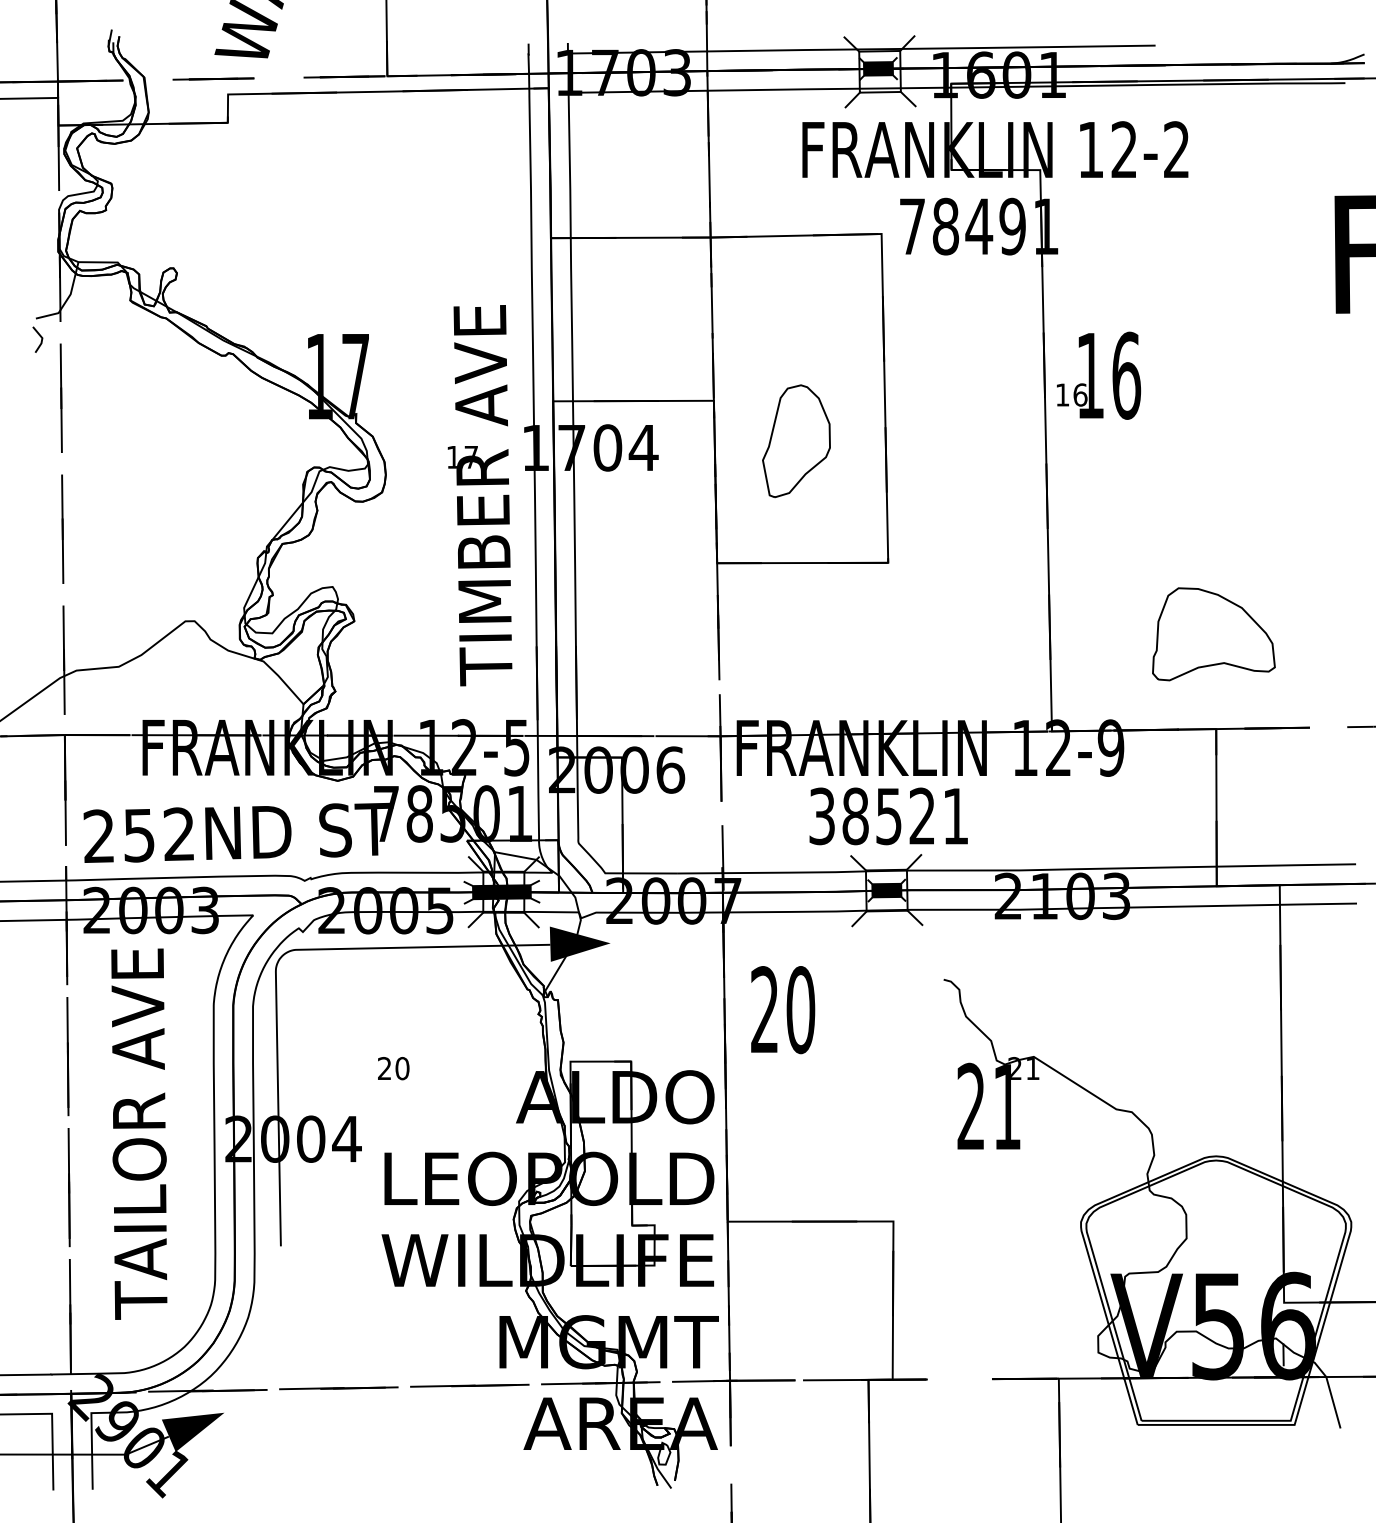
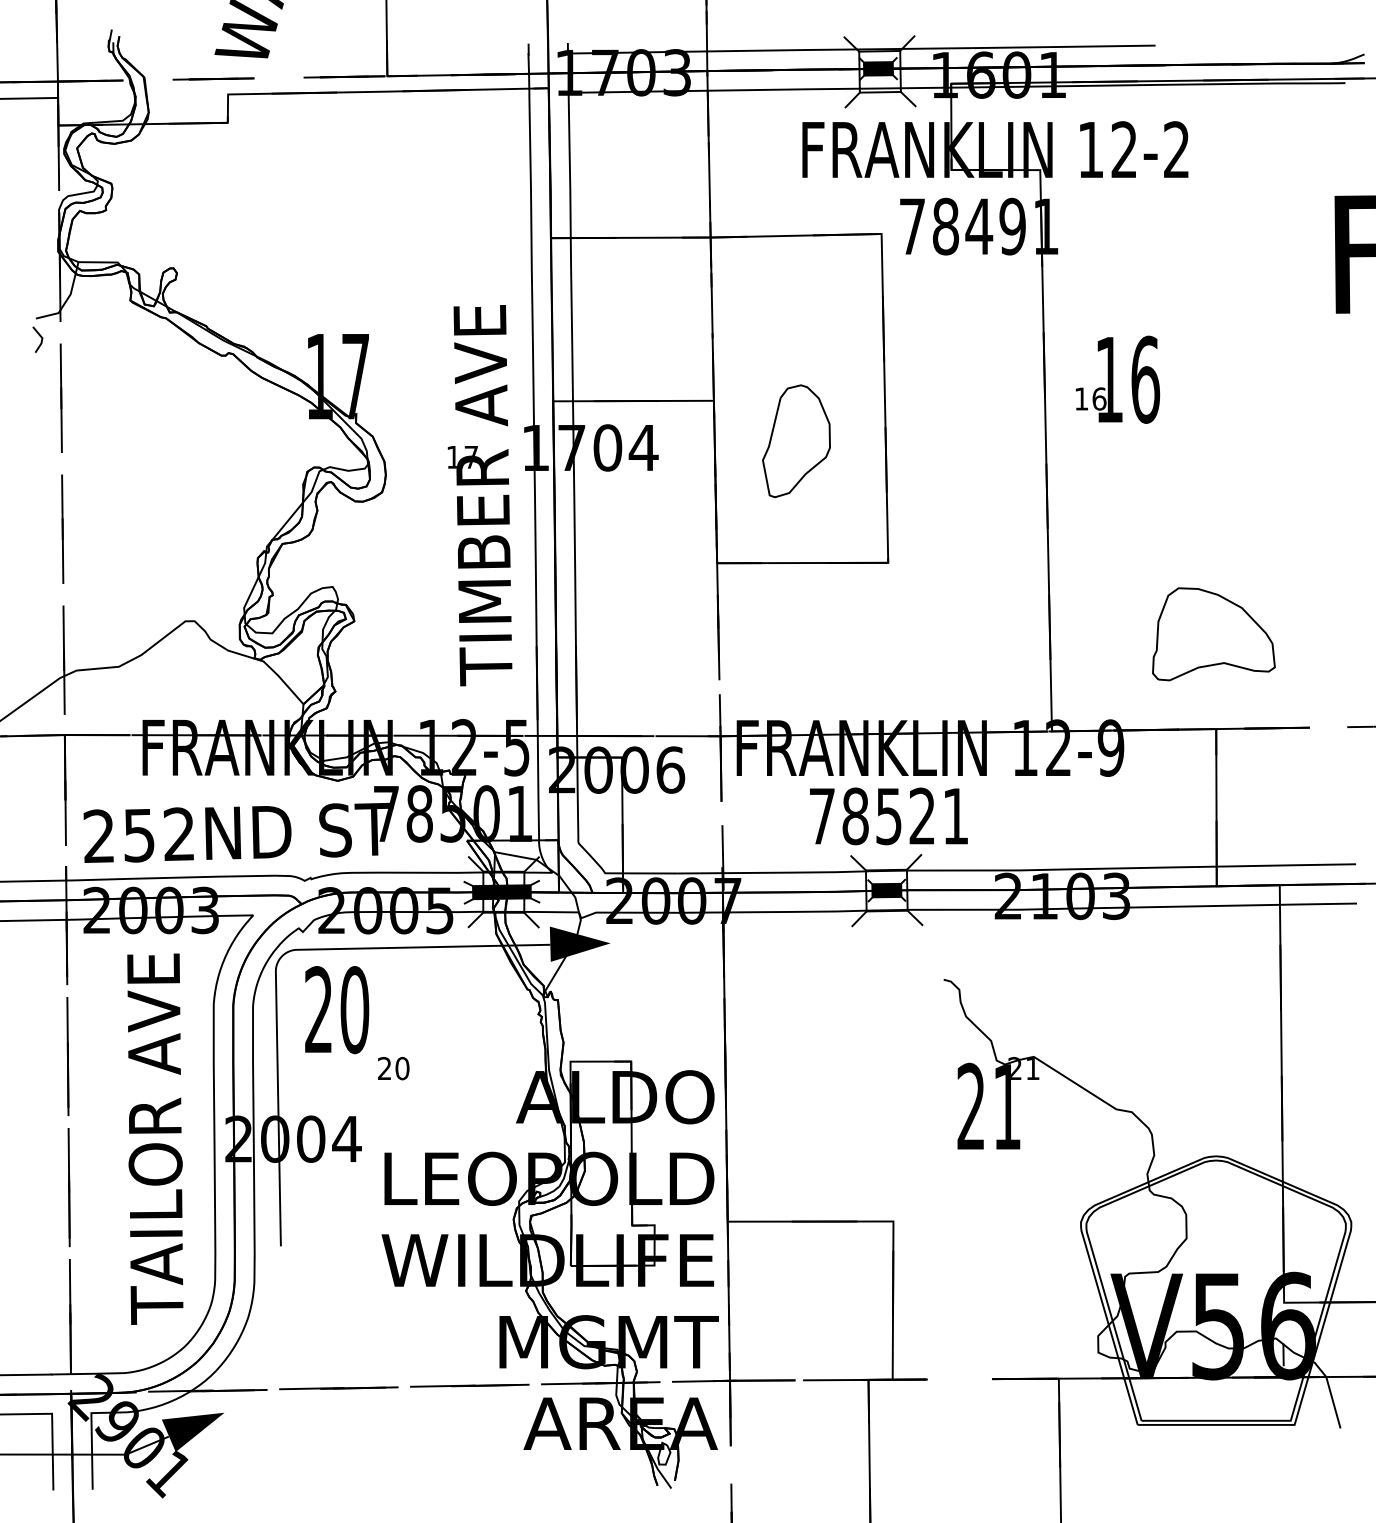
text at (1099, 375) position: (1099, 375) -> (1118, 379)
text at (821, 816): 38521 -> 78521
text at (783, 1010) position: (783, 1010) -> (337, 1010)
text at (139, 1133) position: (139, 1133) -> (155, 1138)
